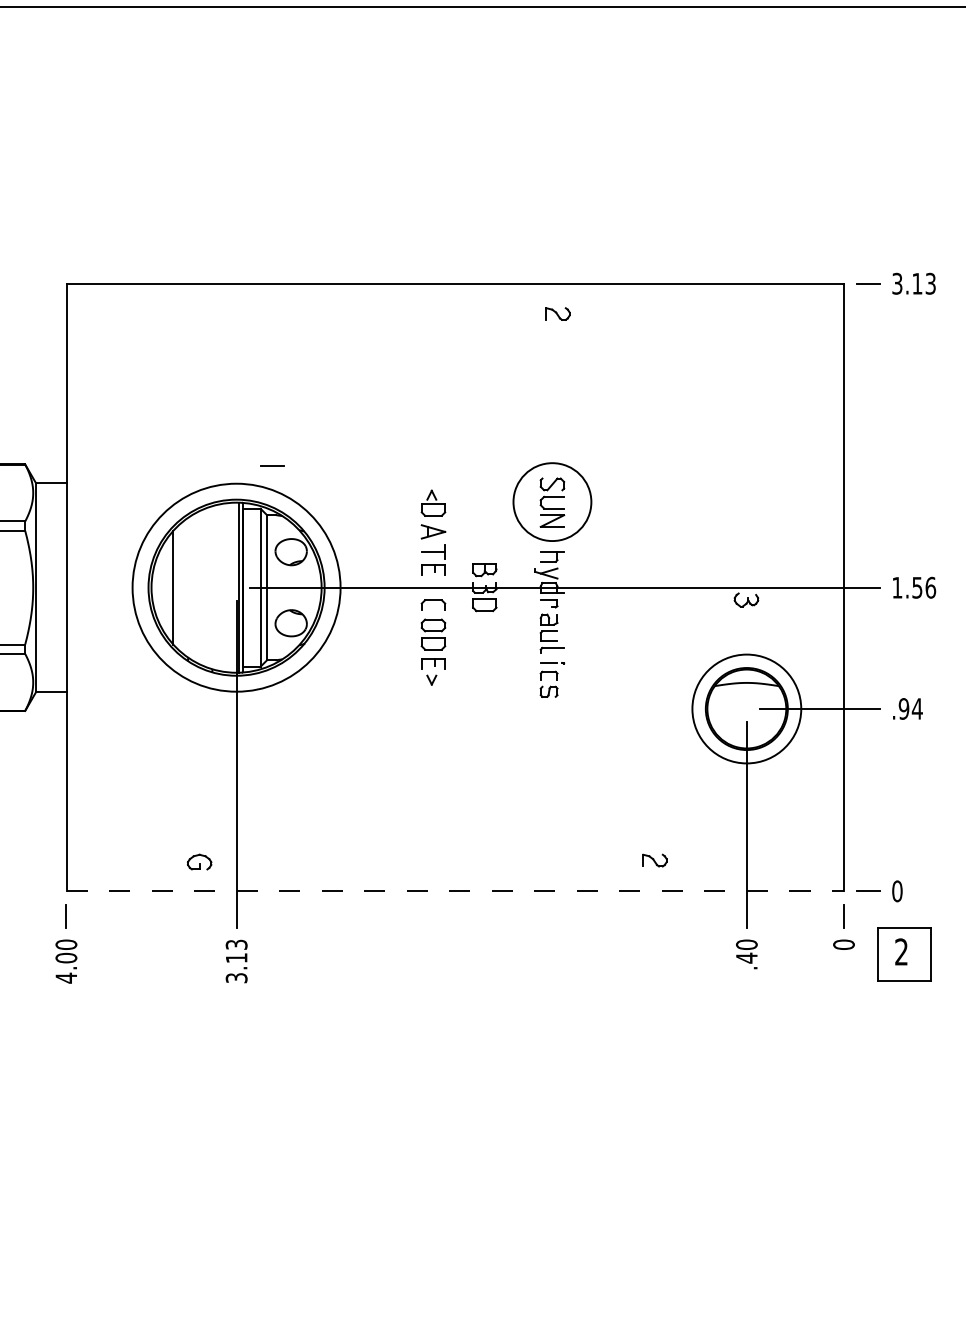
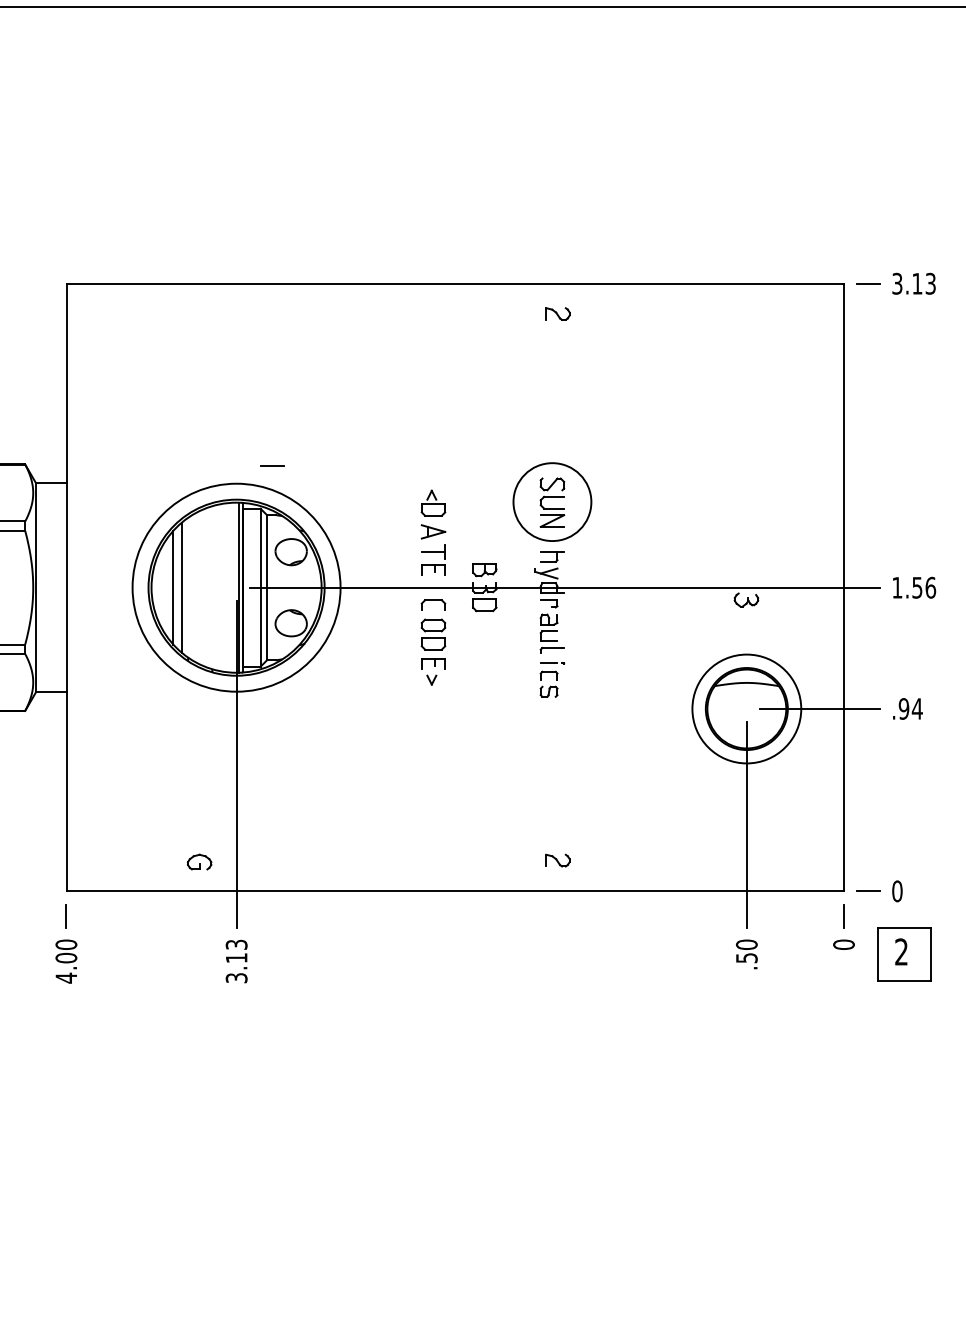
line at (181, 587): none -> present
part at (654, 860) position: (654, 860) -> (557, 860)
line at (455, 891): dashed -> solid
text at (746, 957): .40 -> .50
